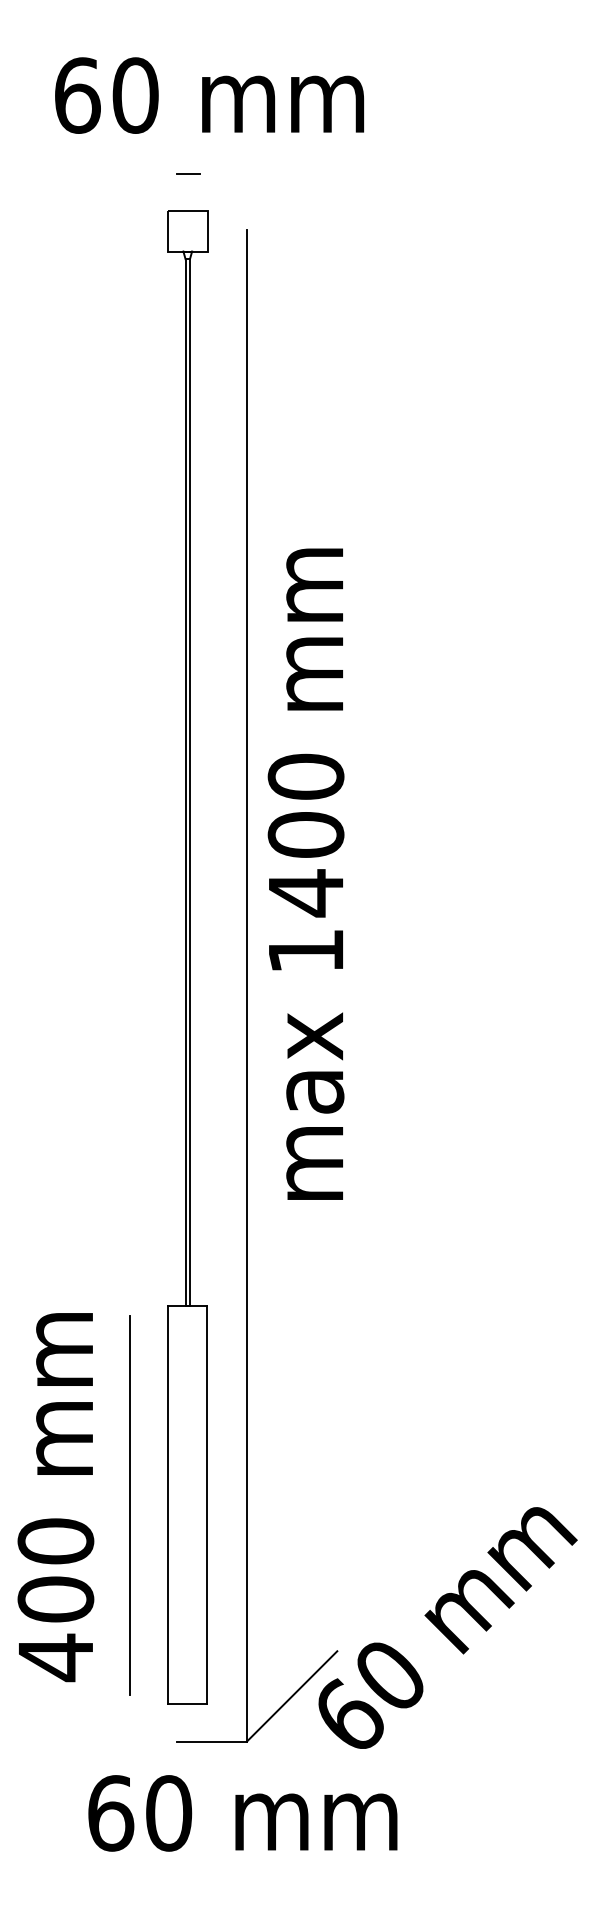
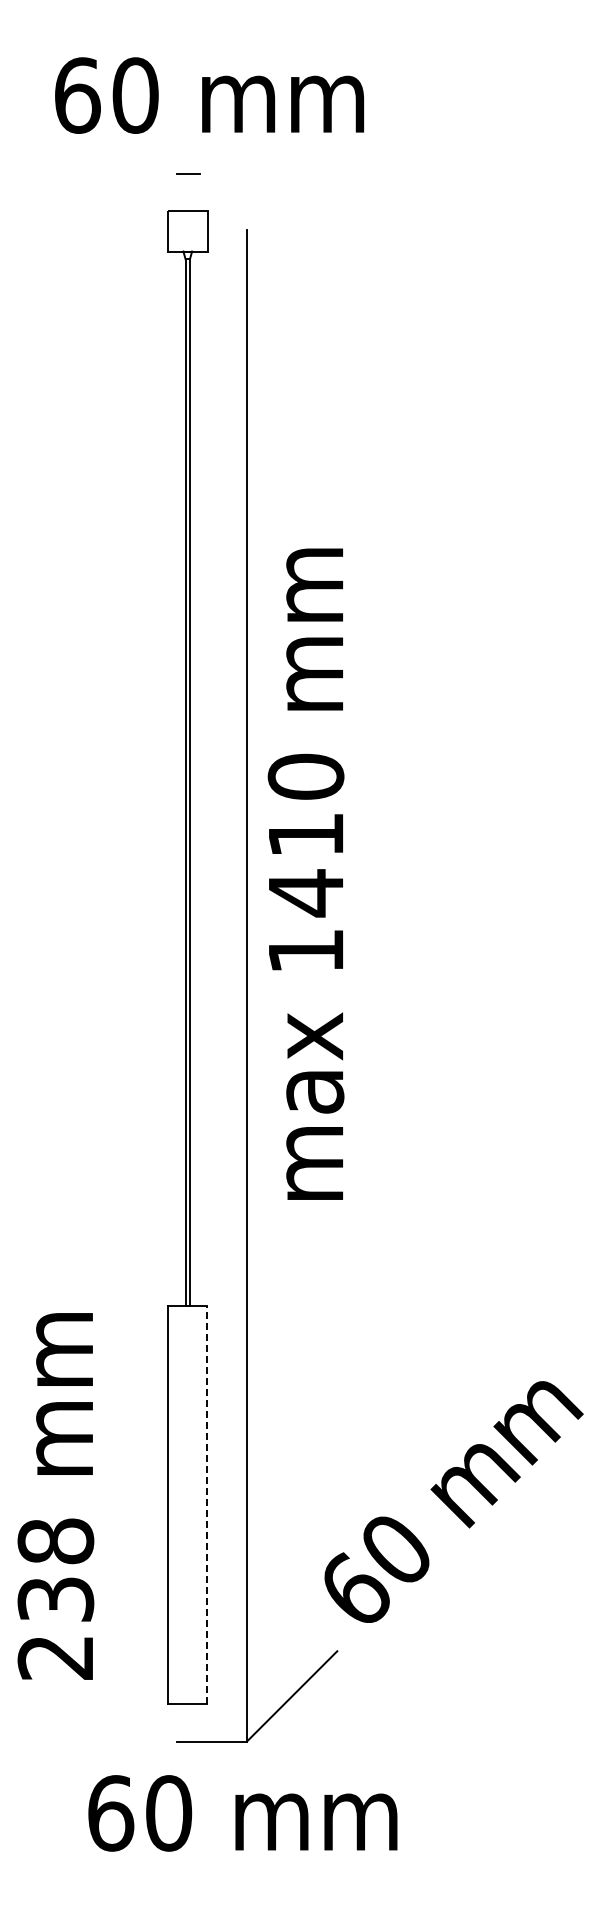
text at (305, 834): 1400 -> 1410
line at (207, 1504): solid -> dashed
line at (129, 1505): present -> none
text at (55, 1600): 400 -> 238
text at (447, 1627) position: (447, 1627) -> (453, 1501)
